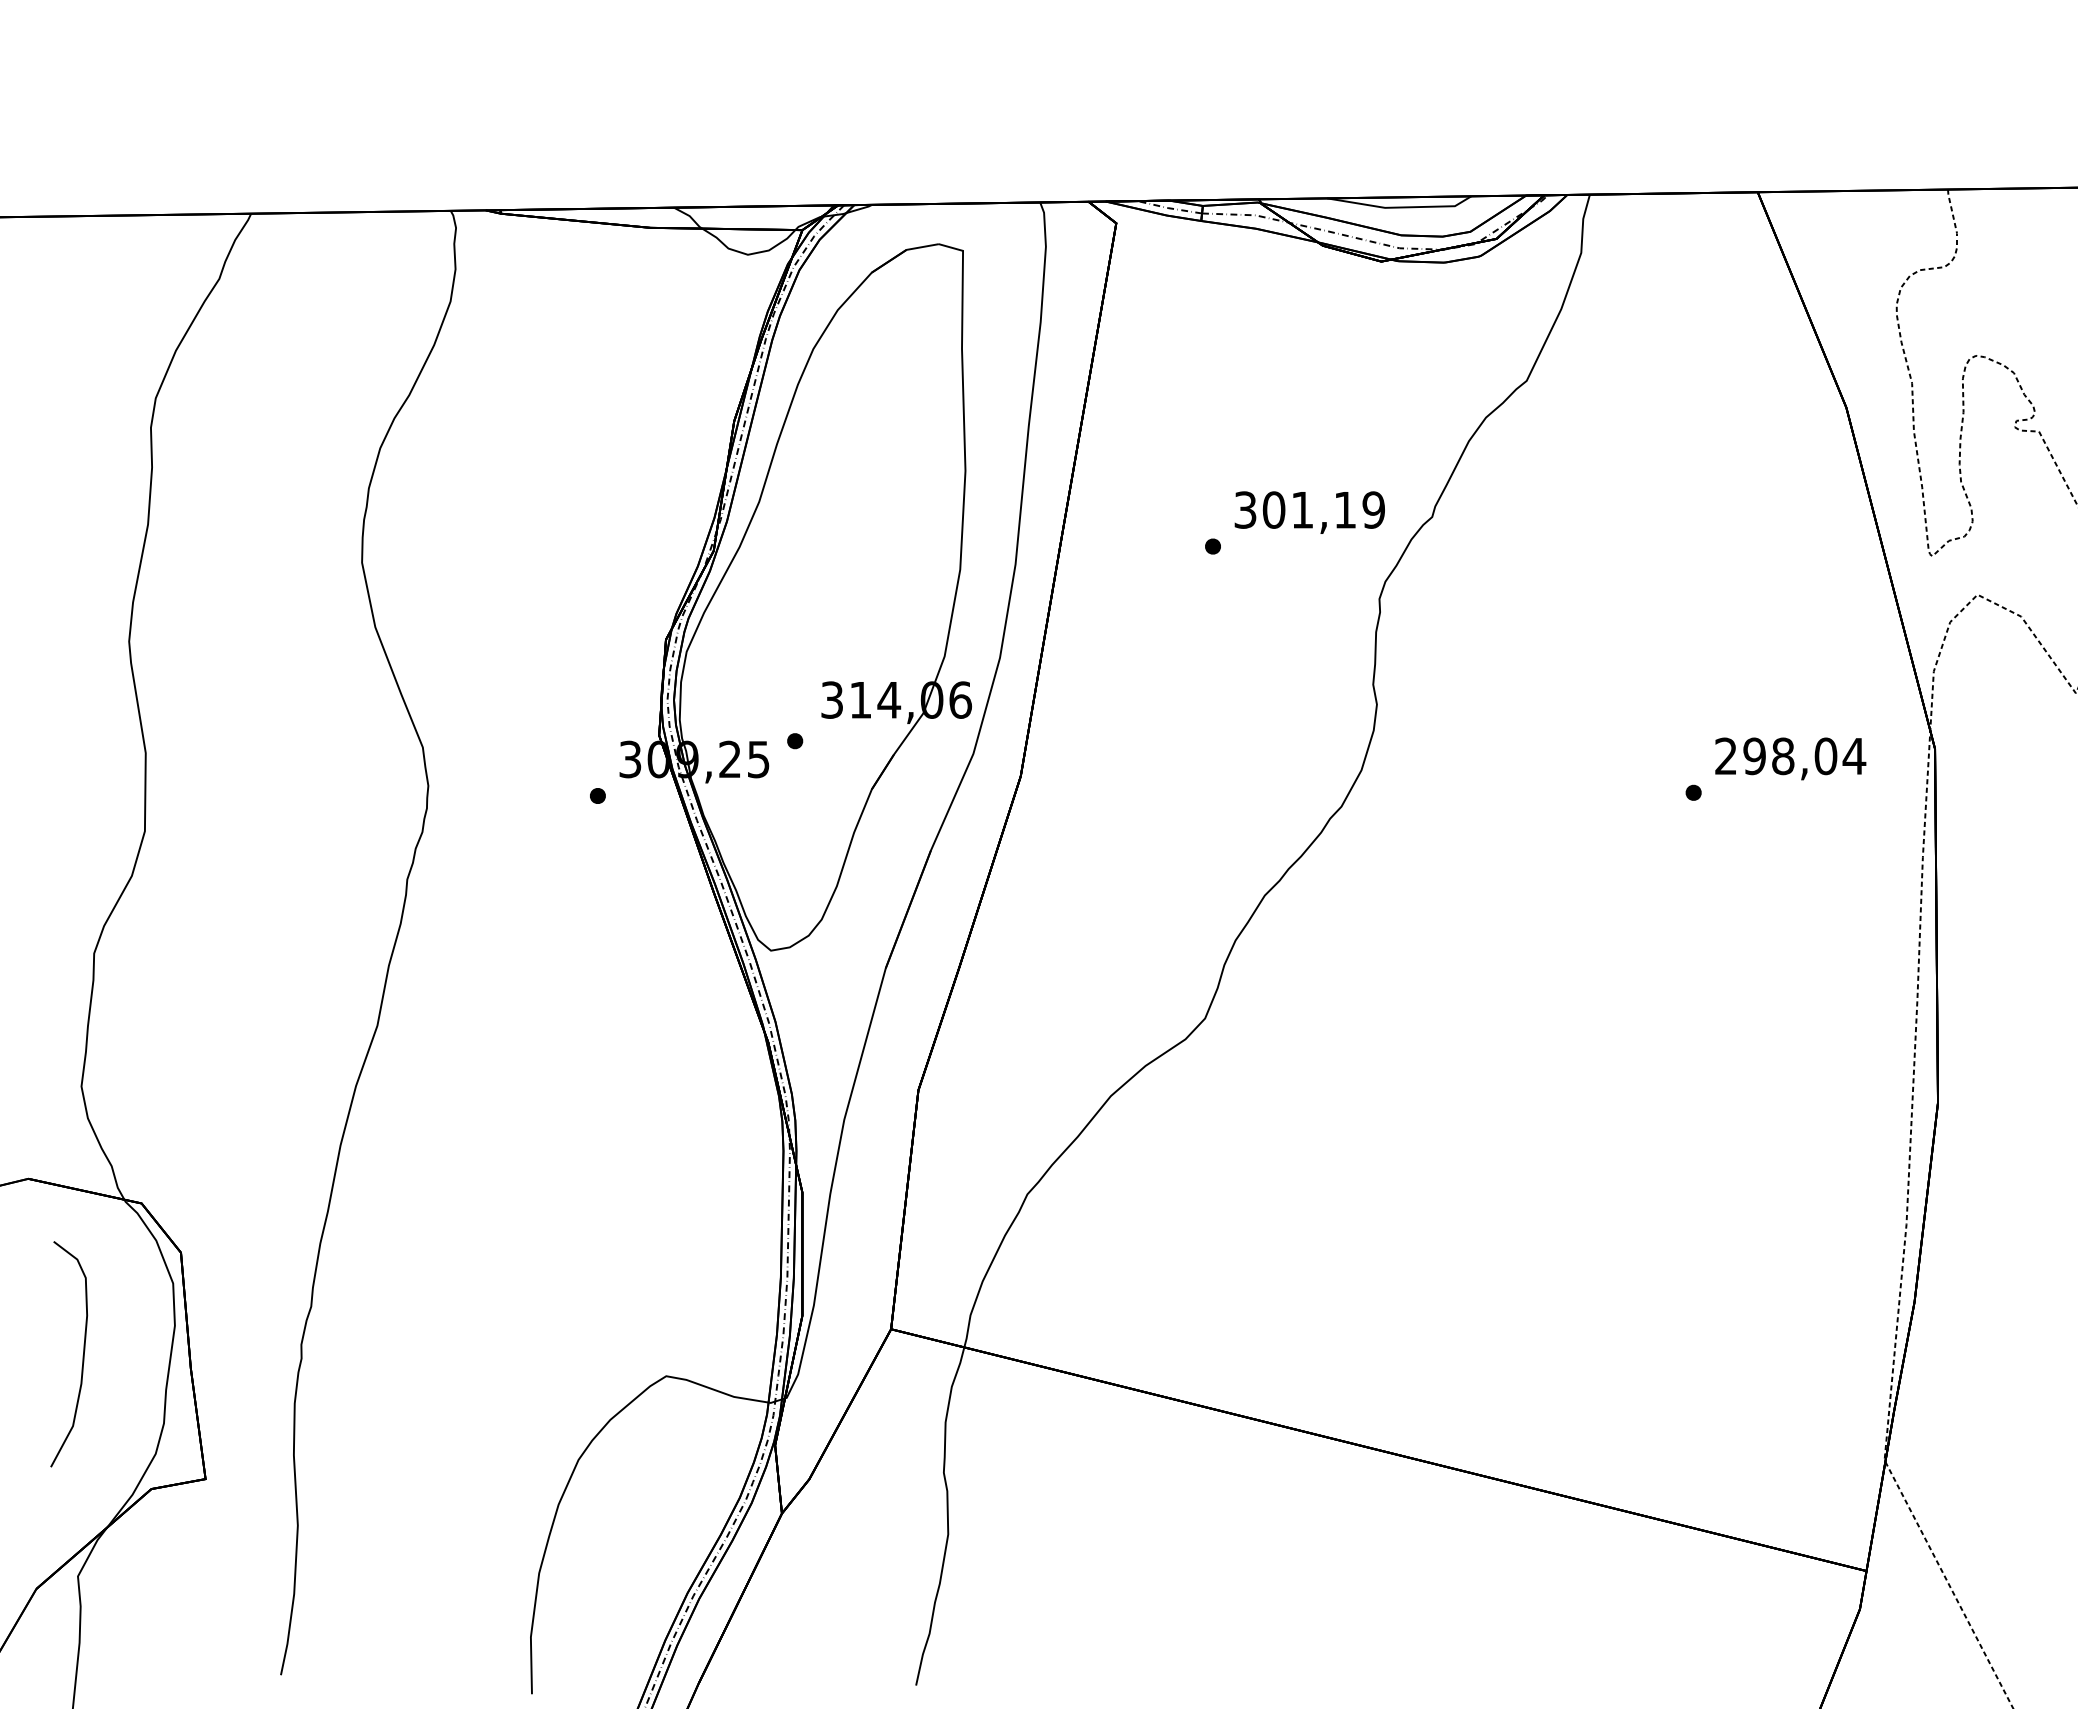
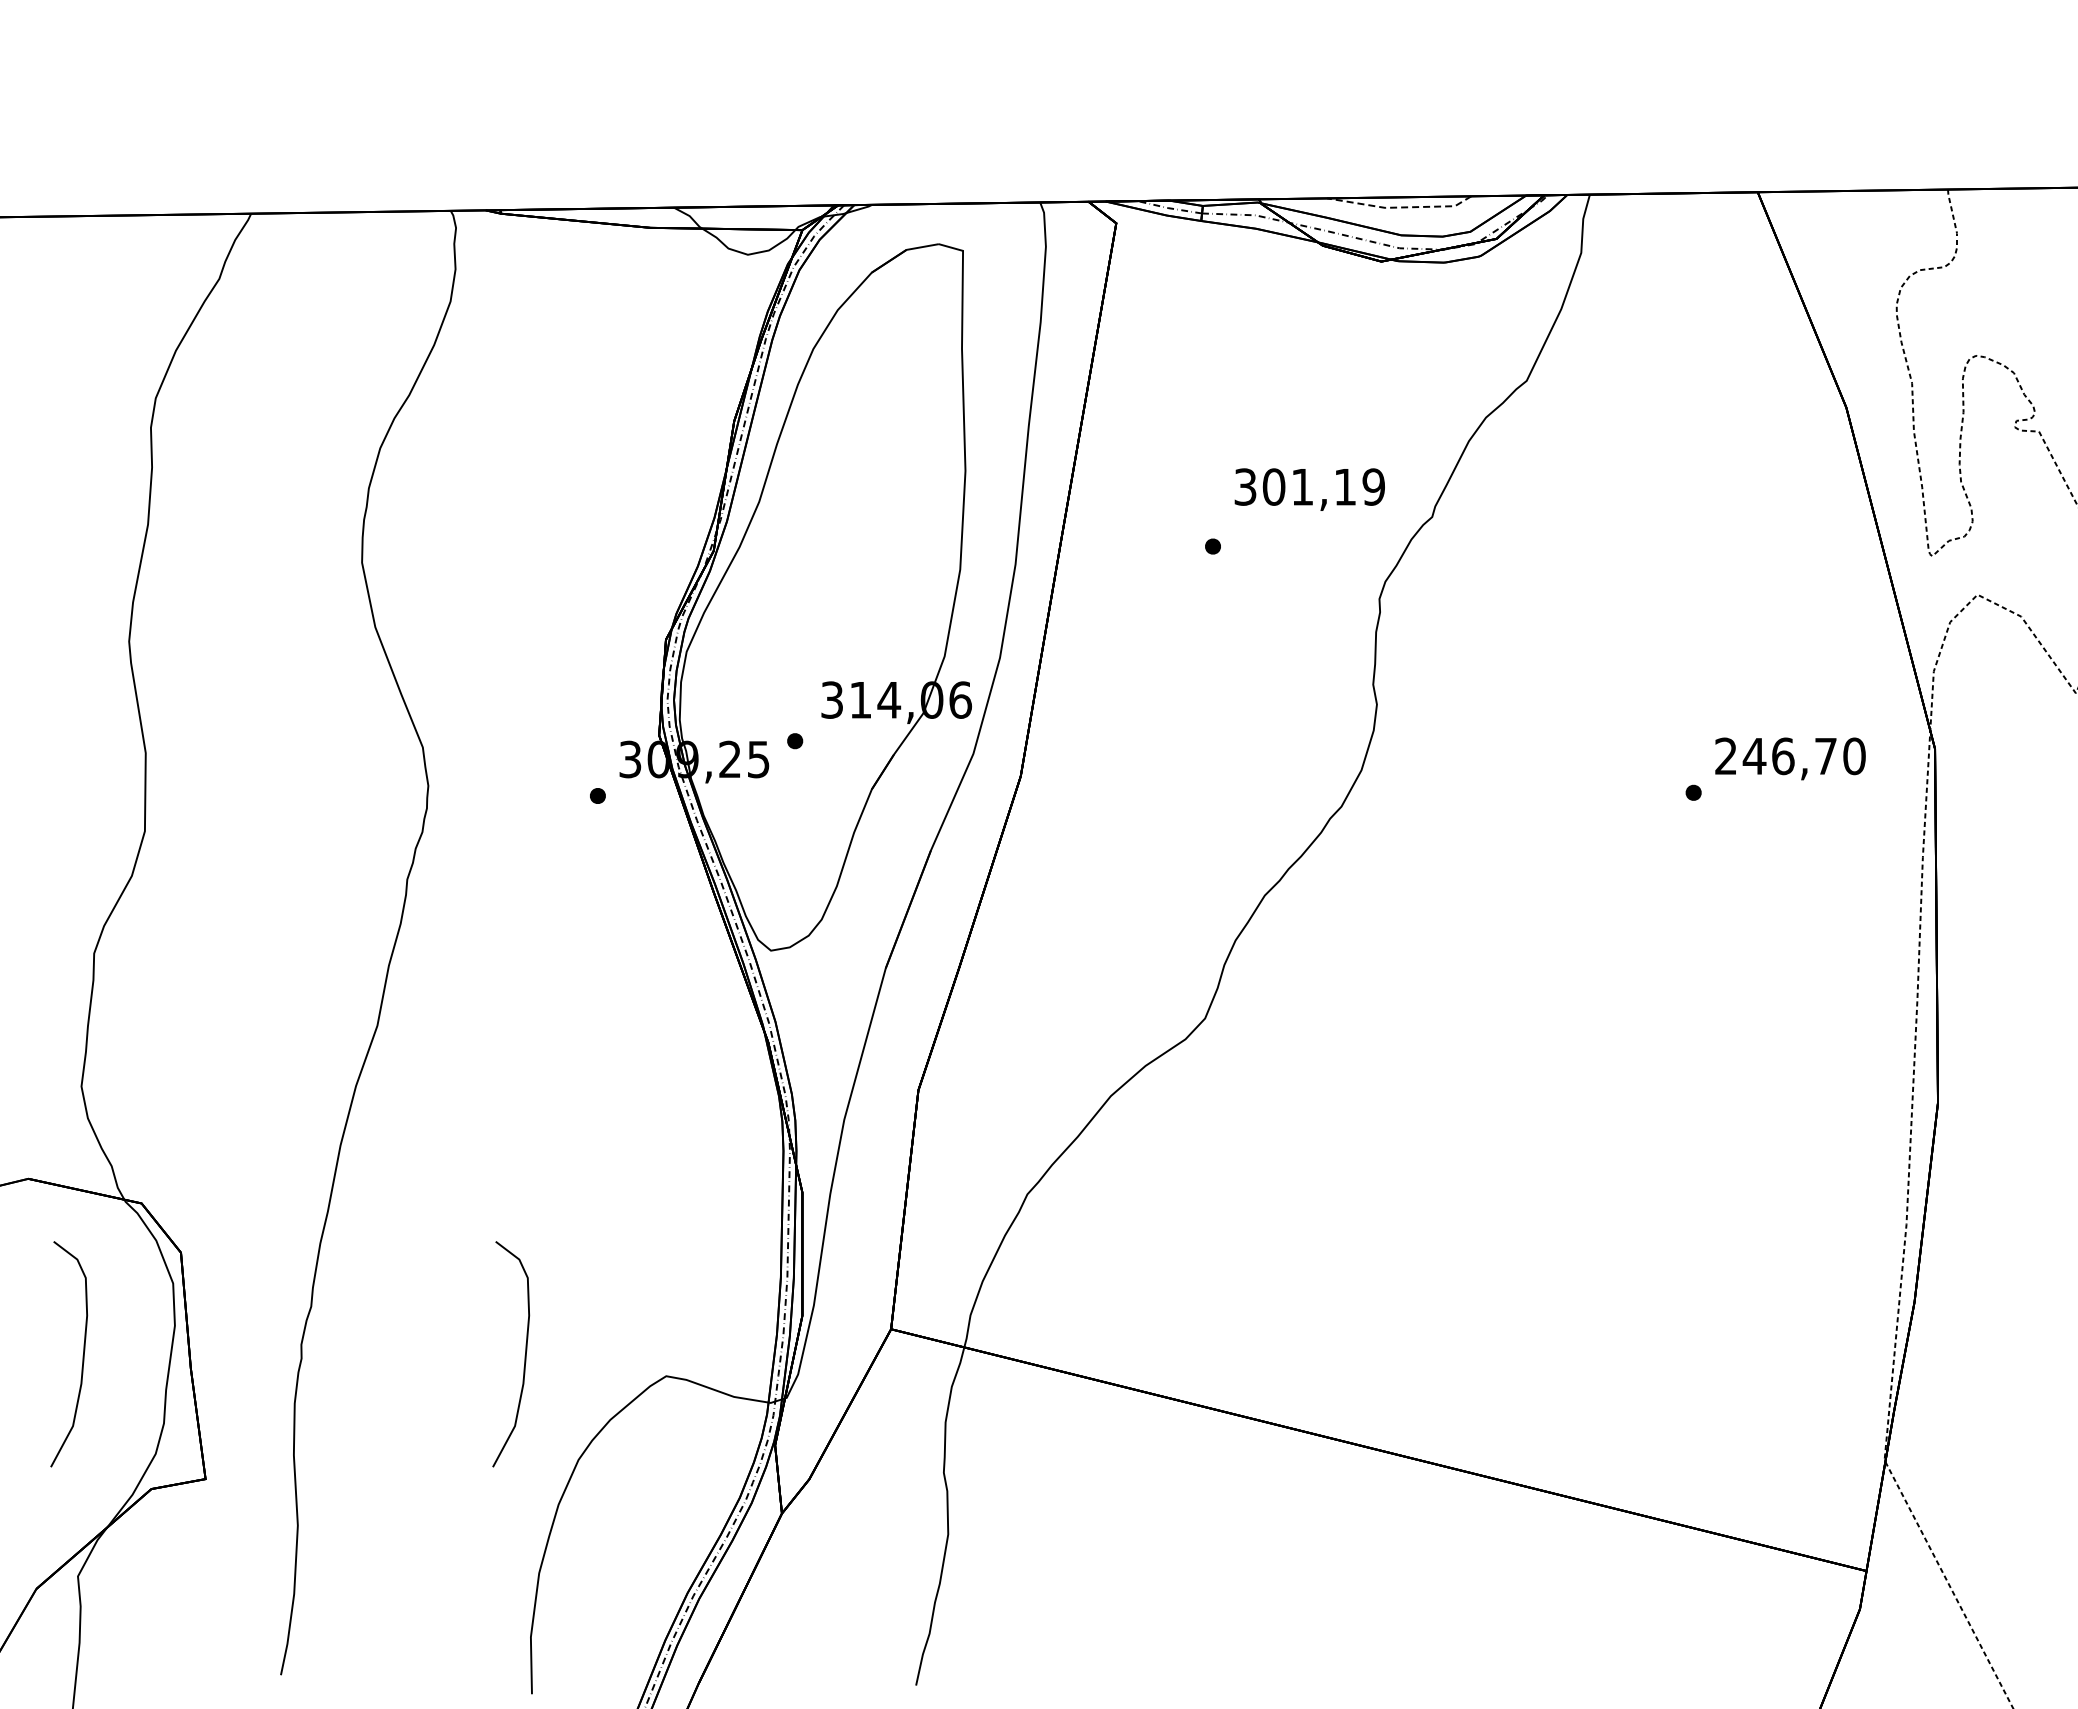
line at (1400, 207): solid -> dashed
text at (1309, 512) position: (1309, 512) -> (1309, 489)
text at (1804, 756): 298,04 -> 246,70
curve at (524, 1355): none -> present
